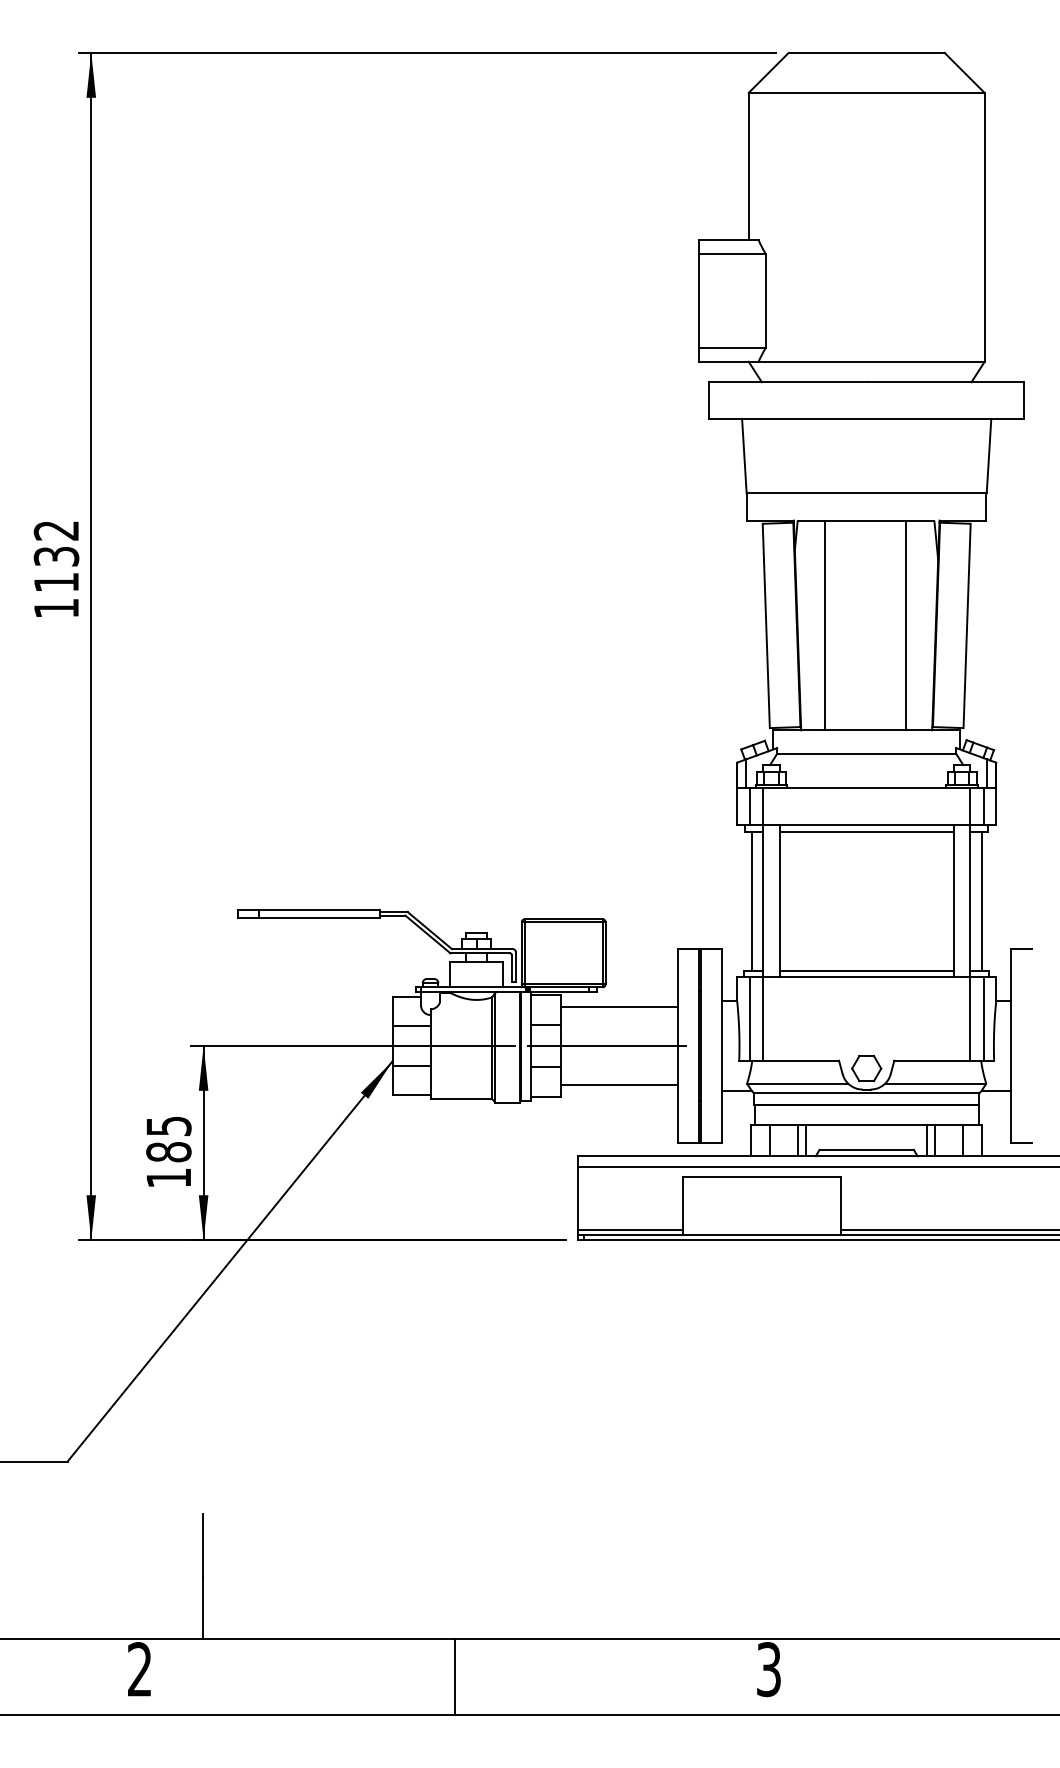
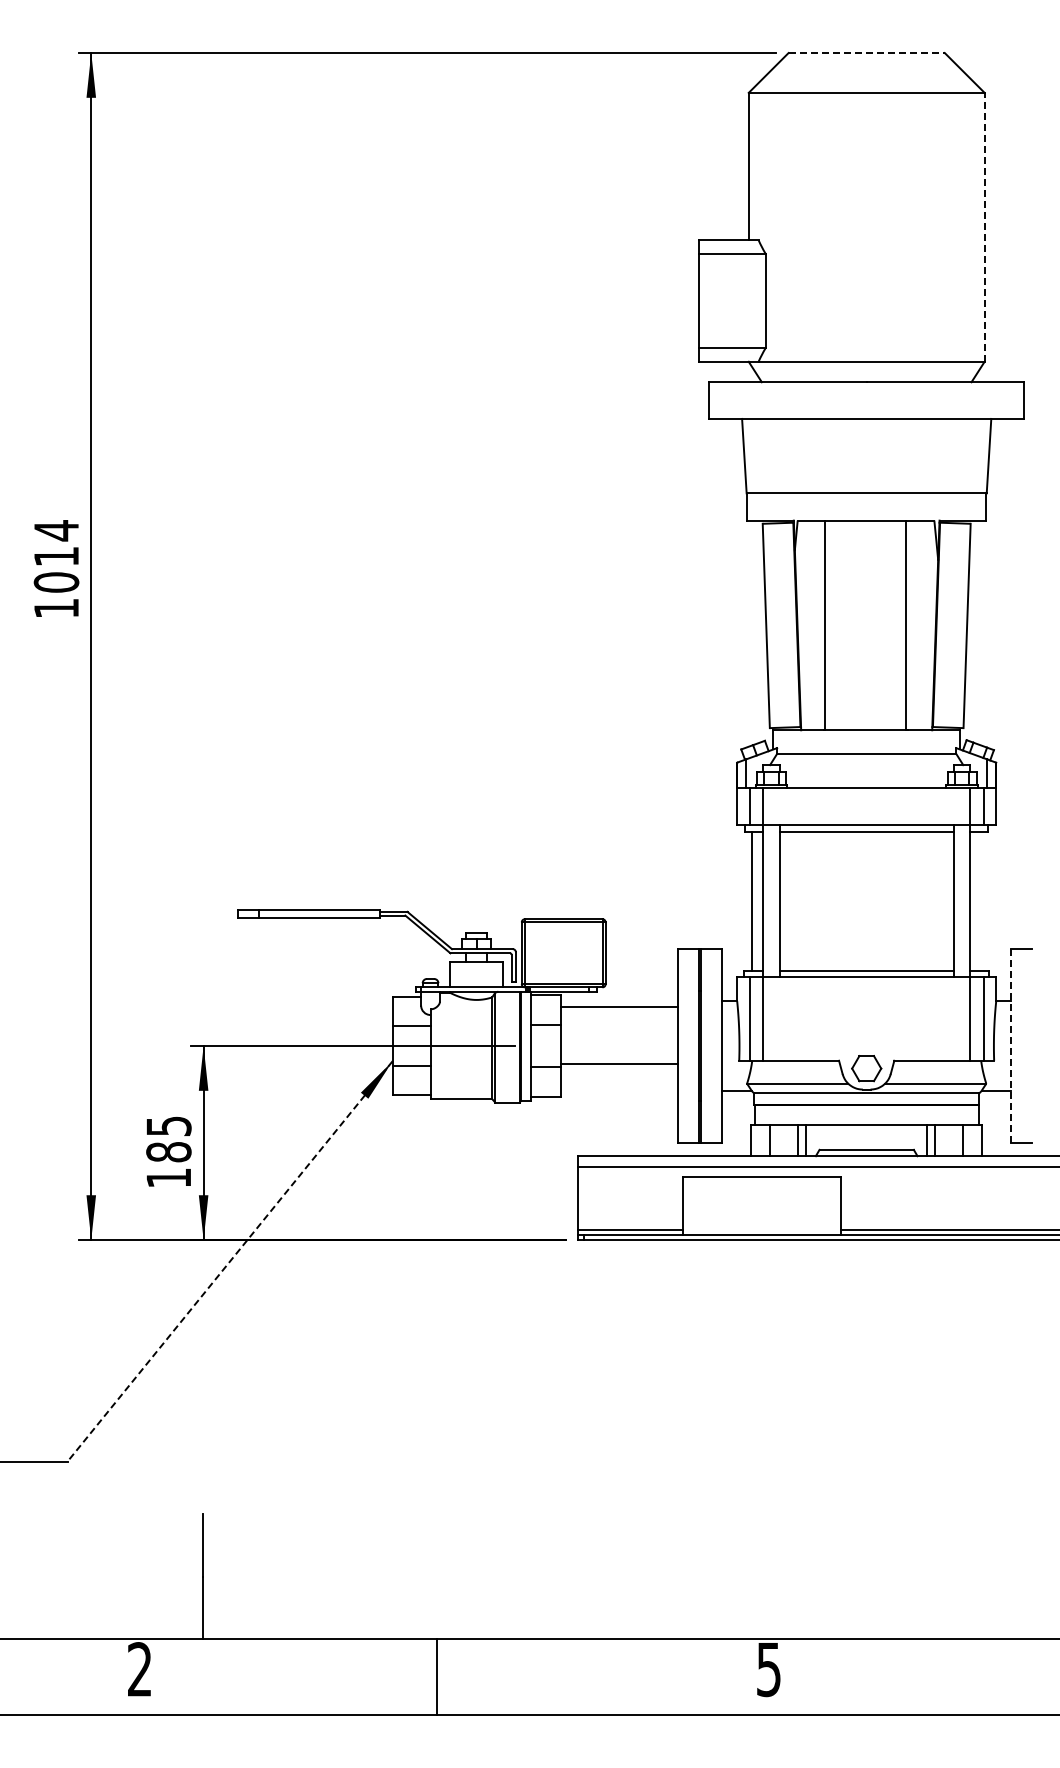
line at (867, 53): solid -> dashed
line at (984, 226): solid -> dashed
text at (56, 556): 1132 -> 1014
line at (981, 901): present -> none
line at (615, 1046): present -> none
line at (1011, 1046): solid -> dashed
line at (618, 1085) position: (618, 1085) -> (618, 1064)
line at (230, 1261): solid -> dashed
text at (768, 1669): 3 -> 5
line at (455, 1676) position: (455, 1676) -> (437, 1676)
